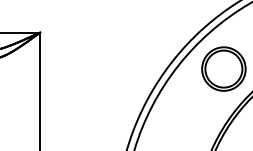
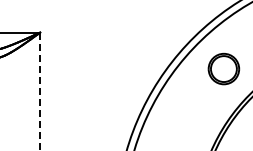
part at (223, 68) size: 46x46 px -> 34x34 px
line at (40, 91): solid -> dashed
